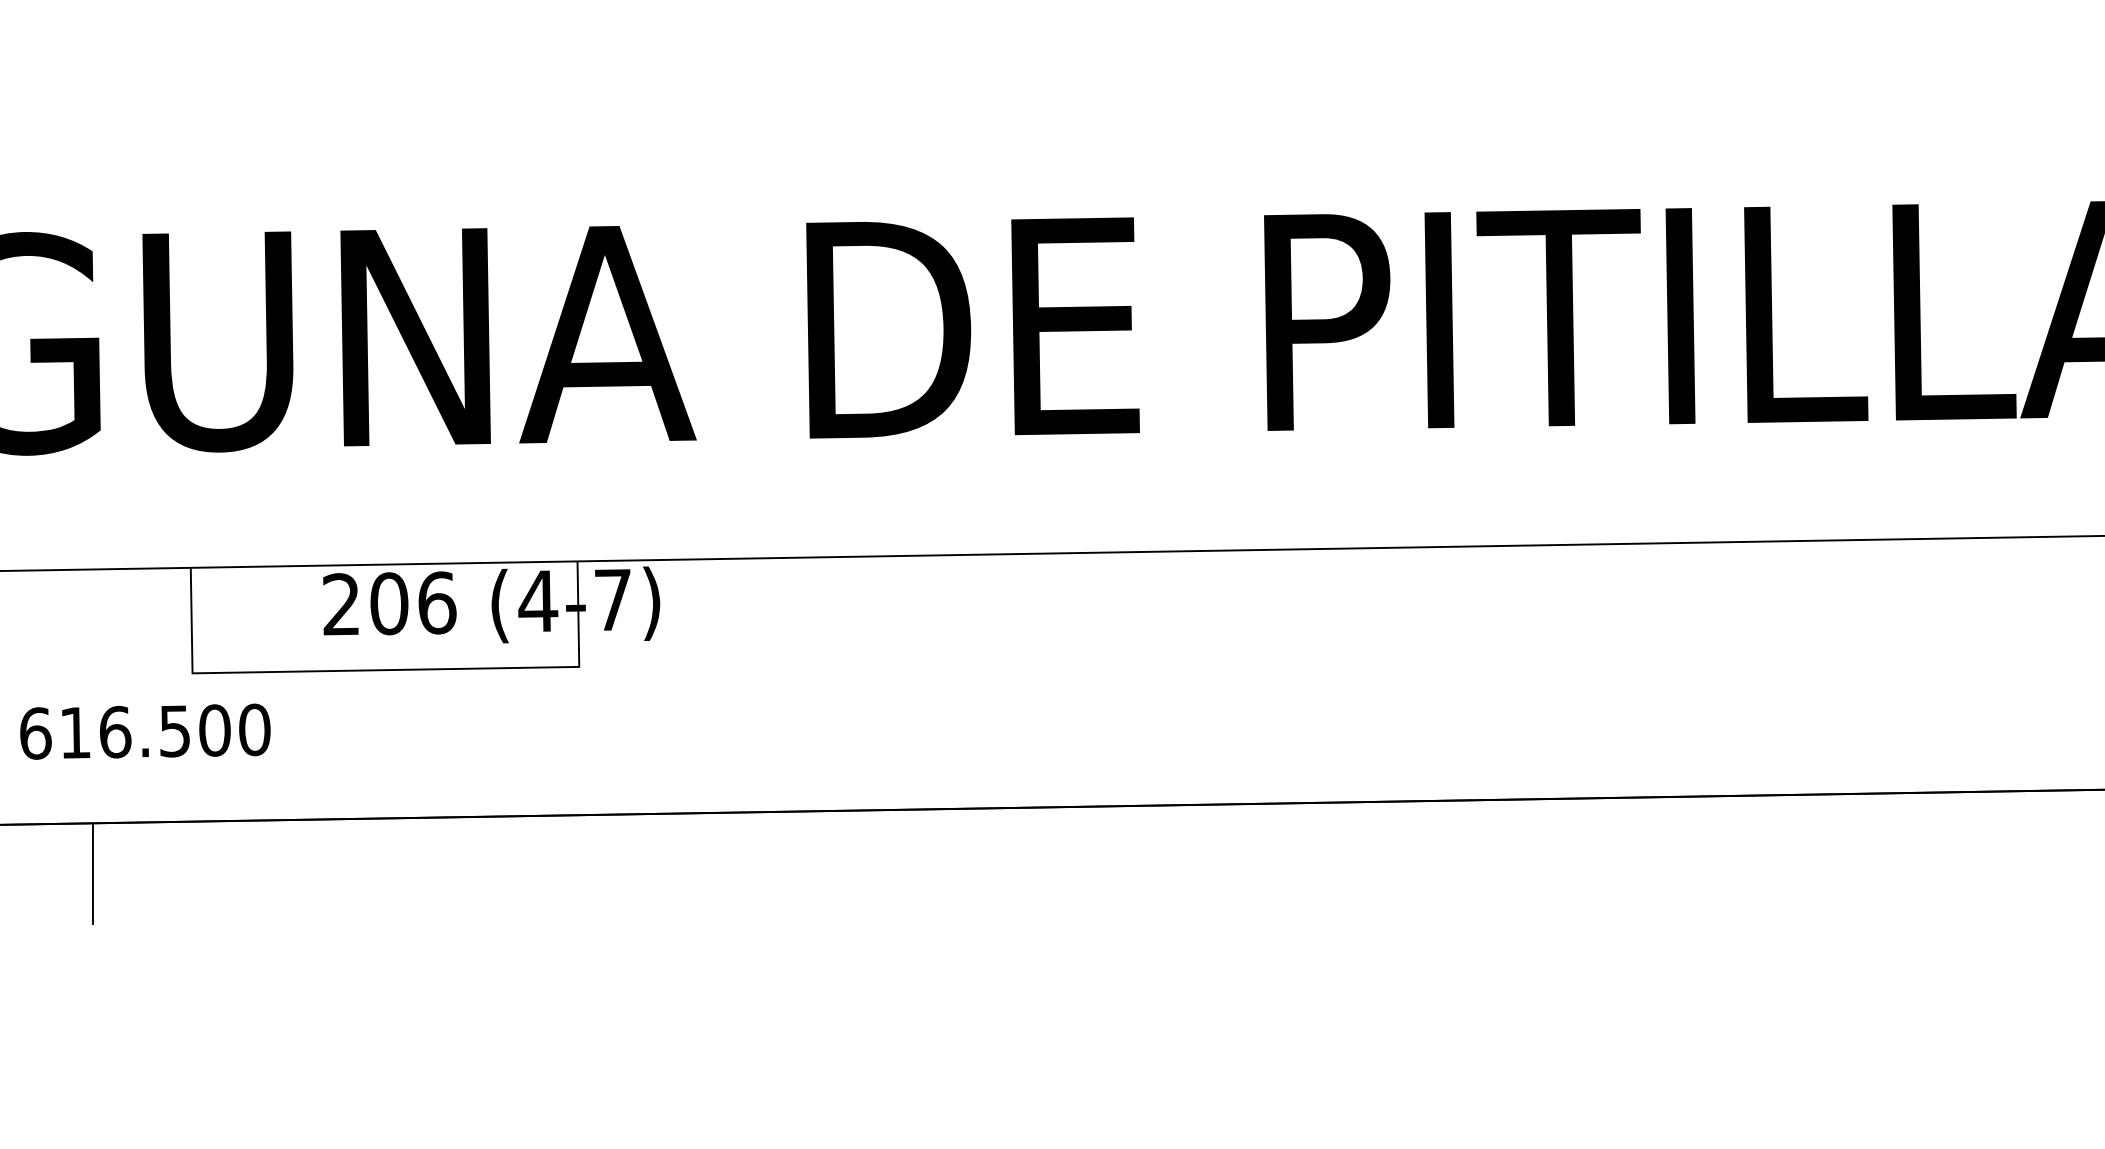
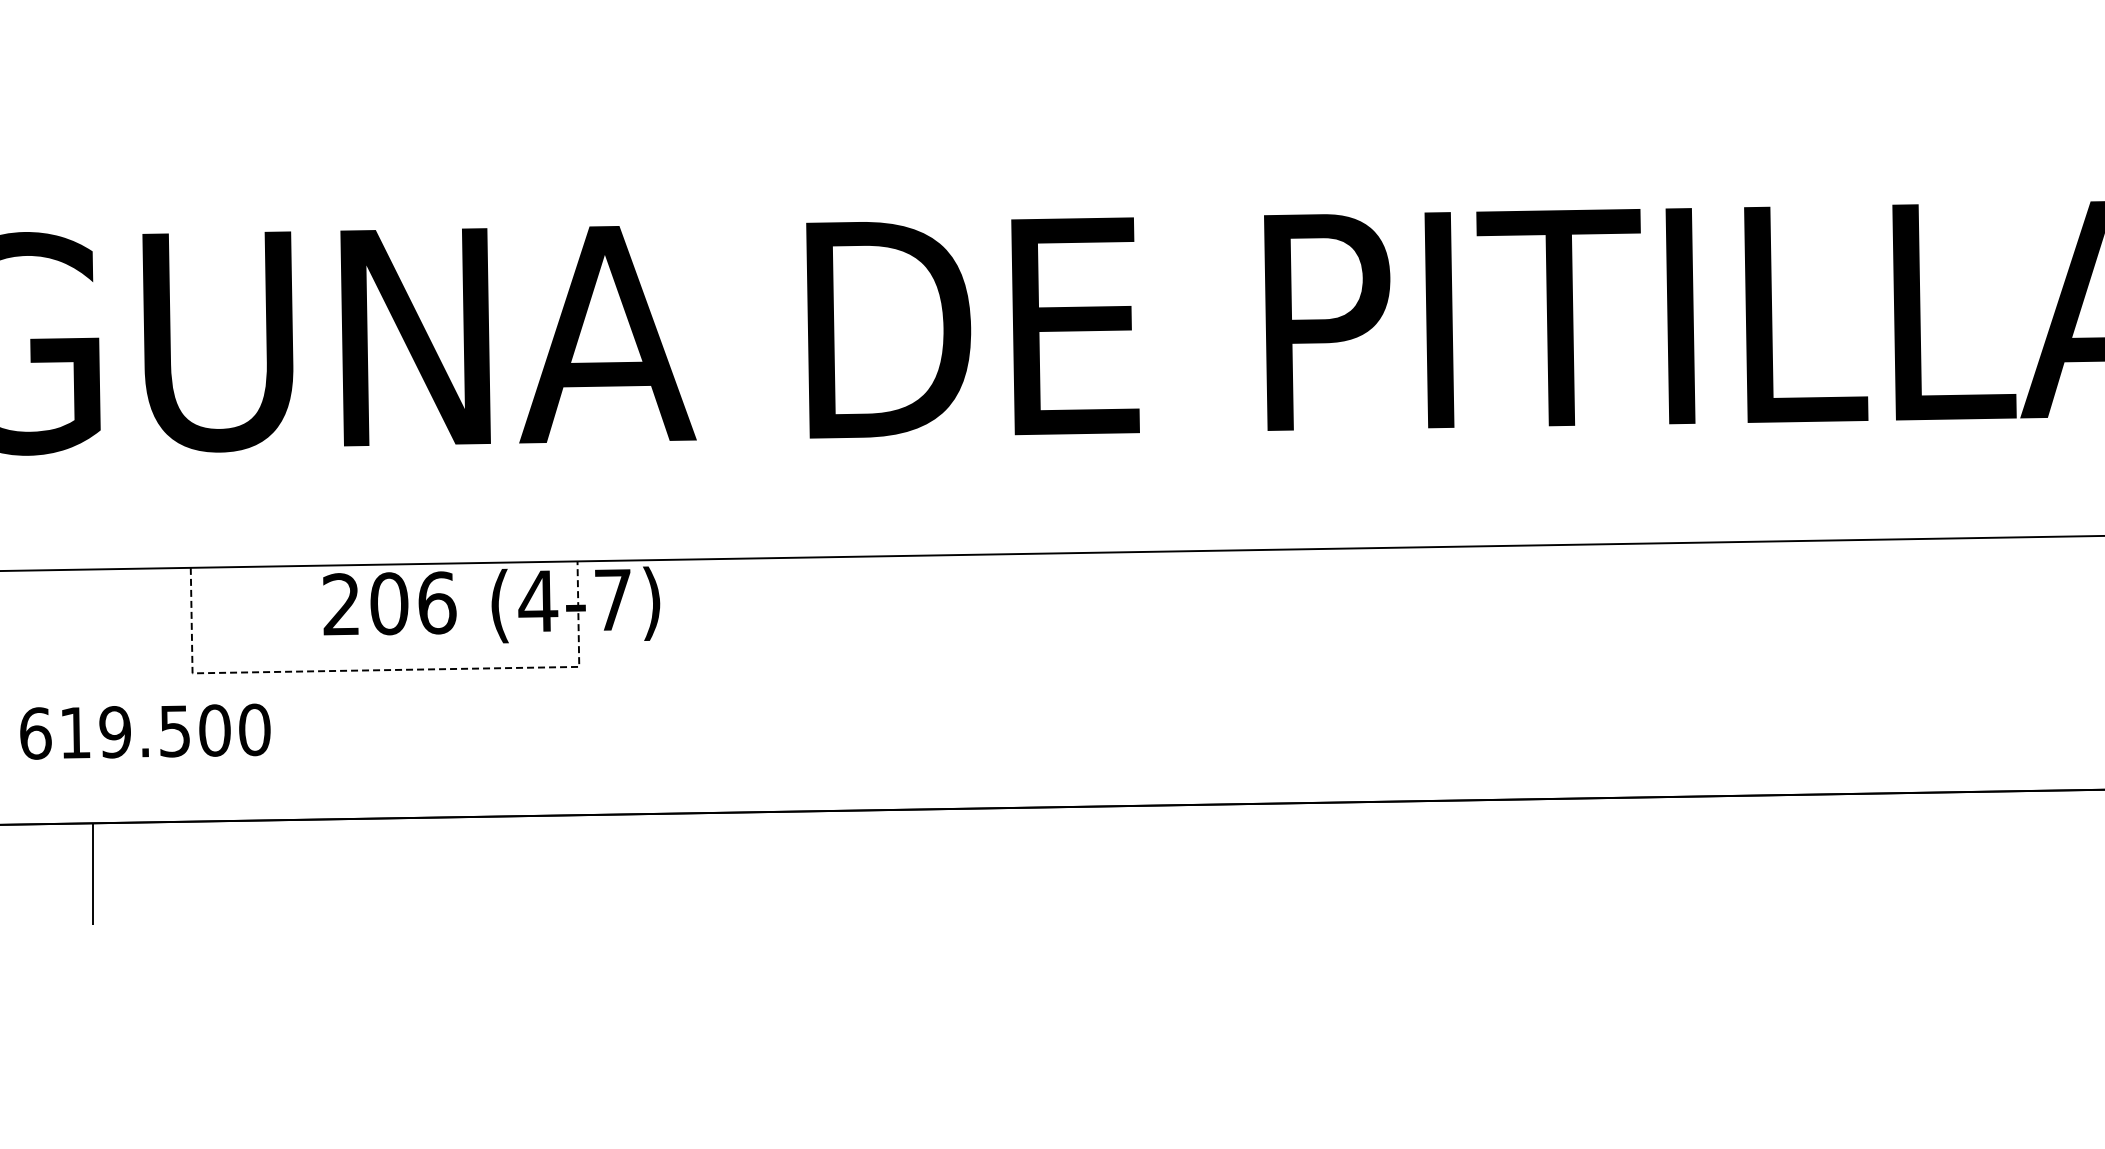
line at (386, 670): solid -> dashed
text at (115, 731): 616.500 -> 619.500
